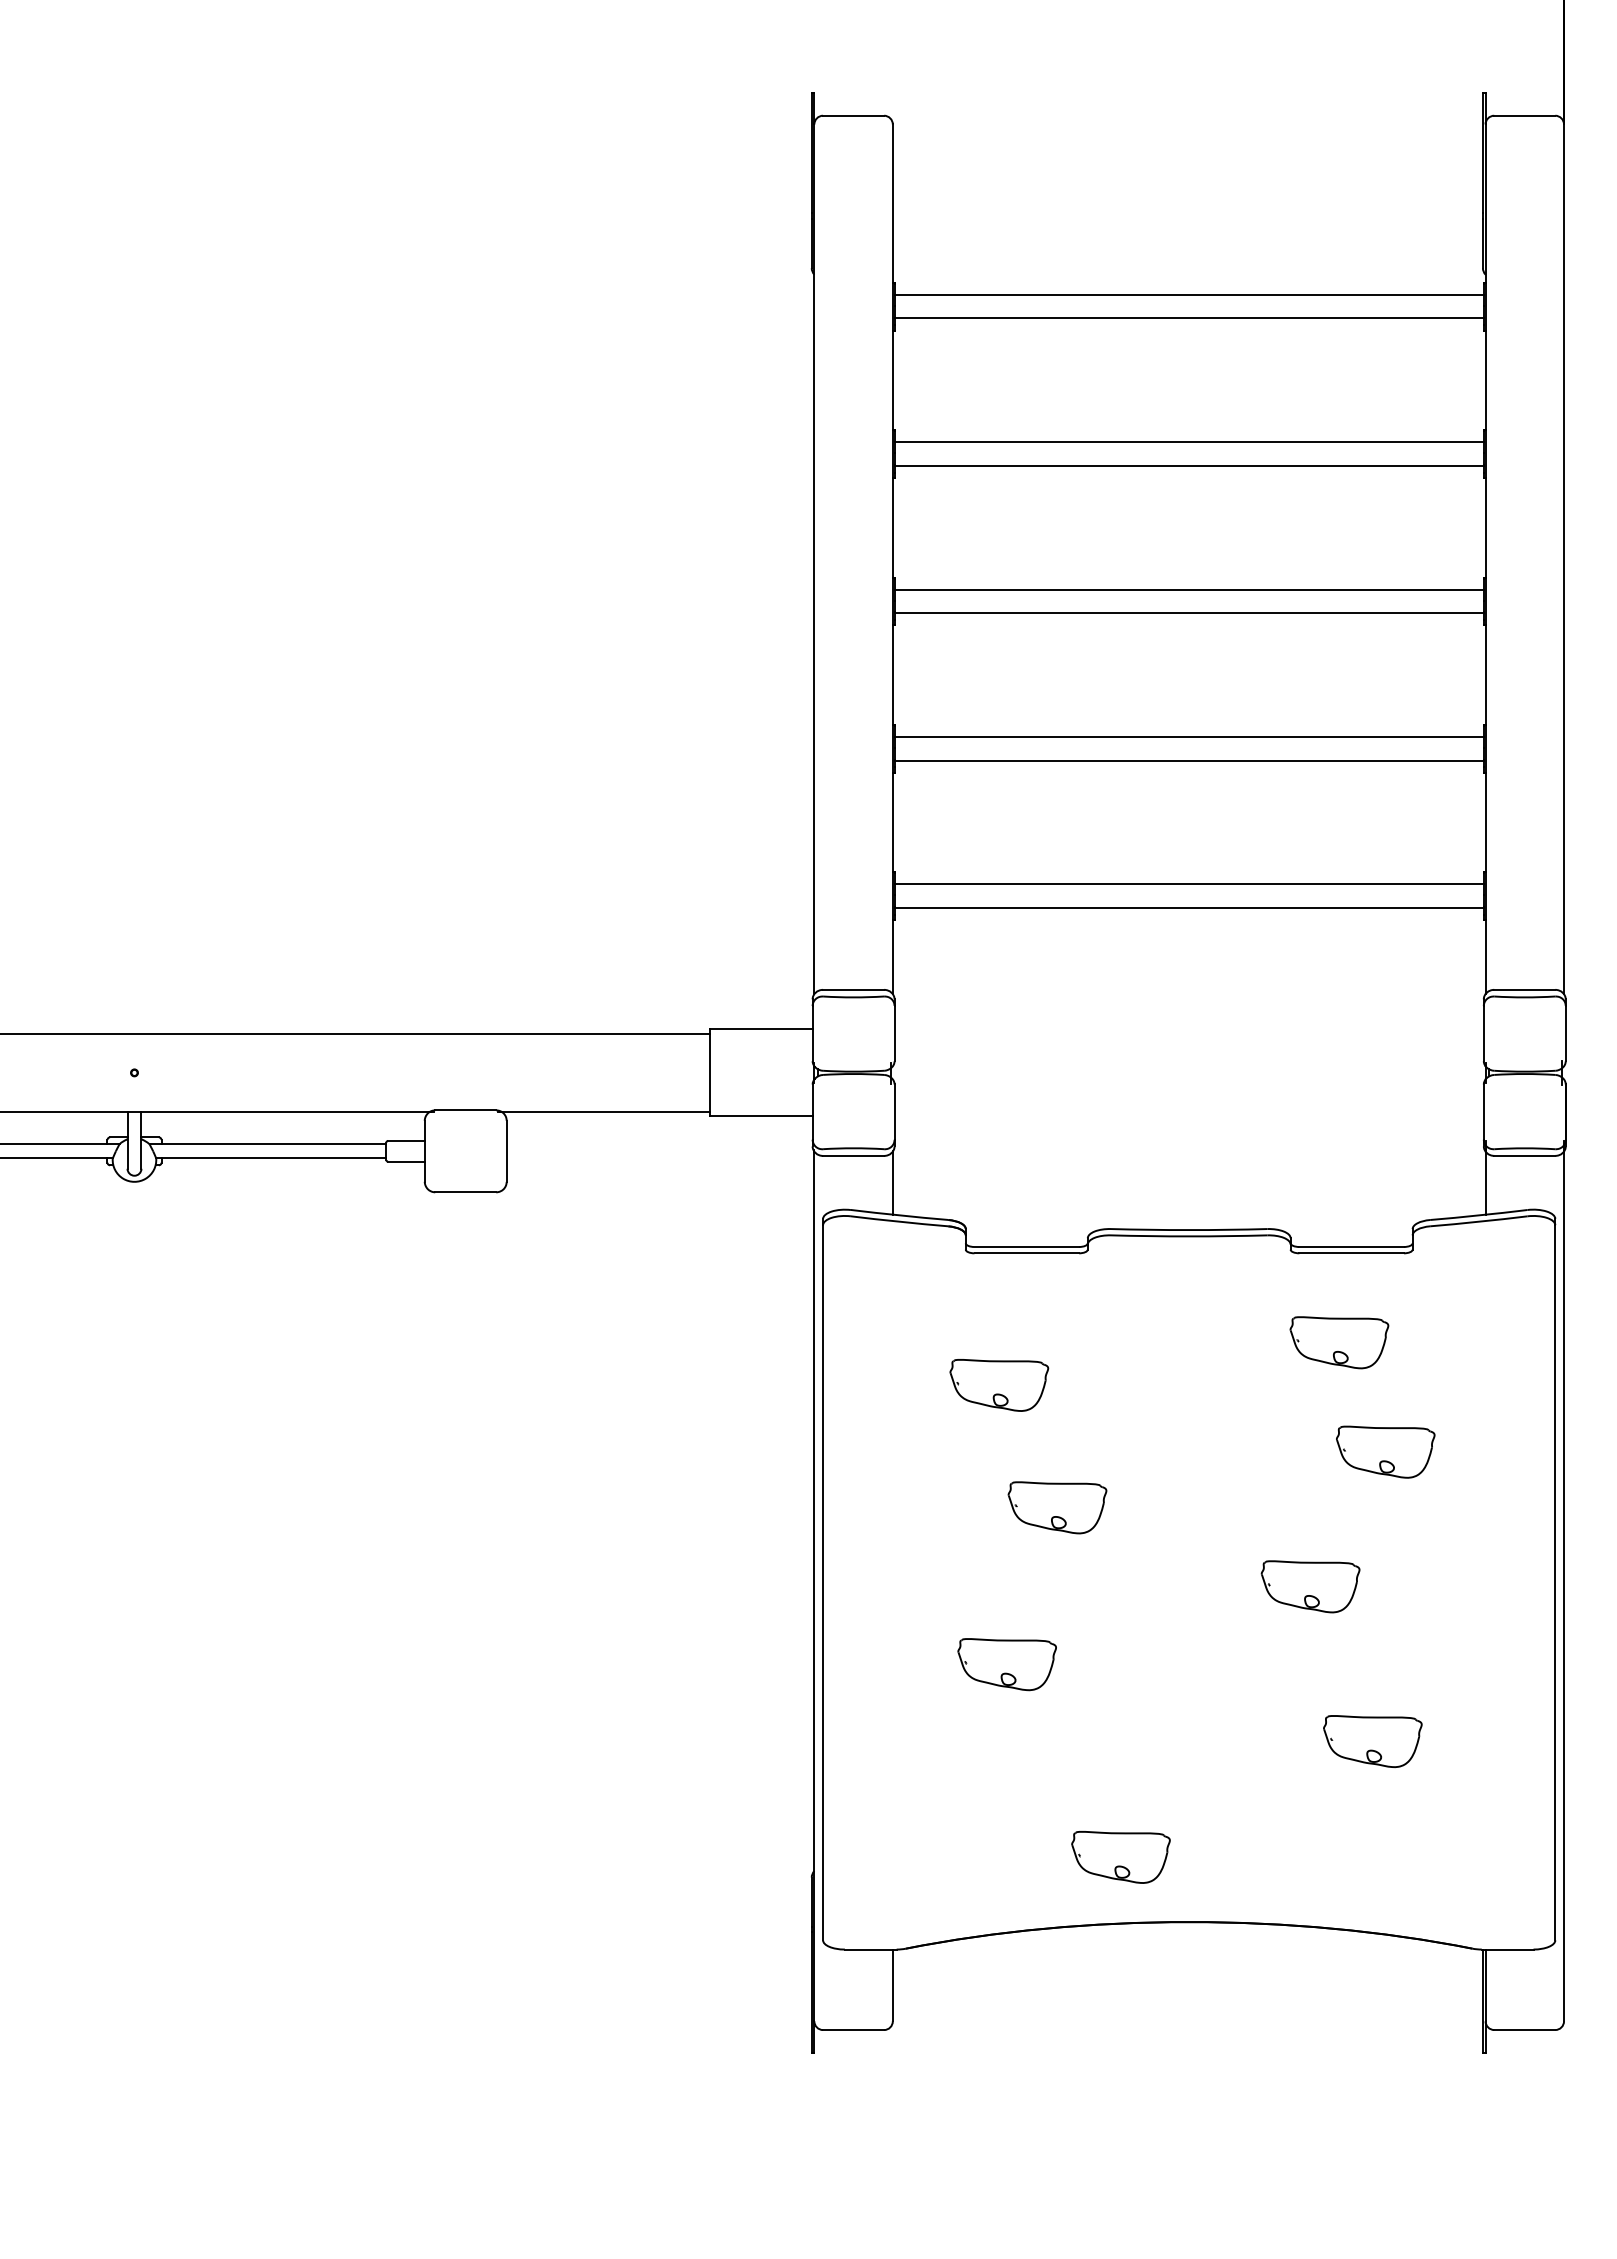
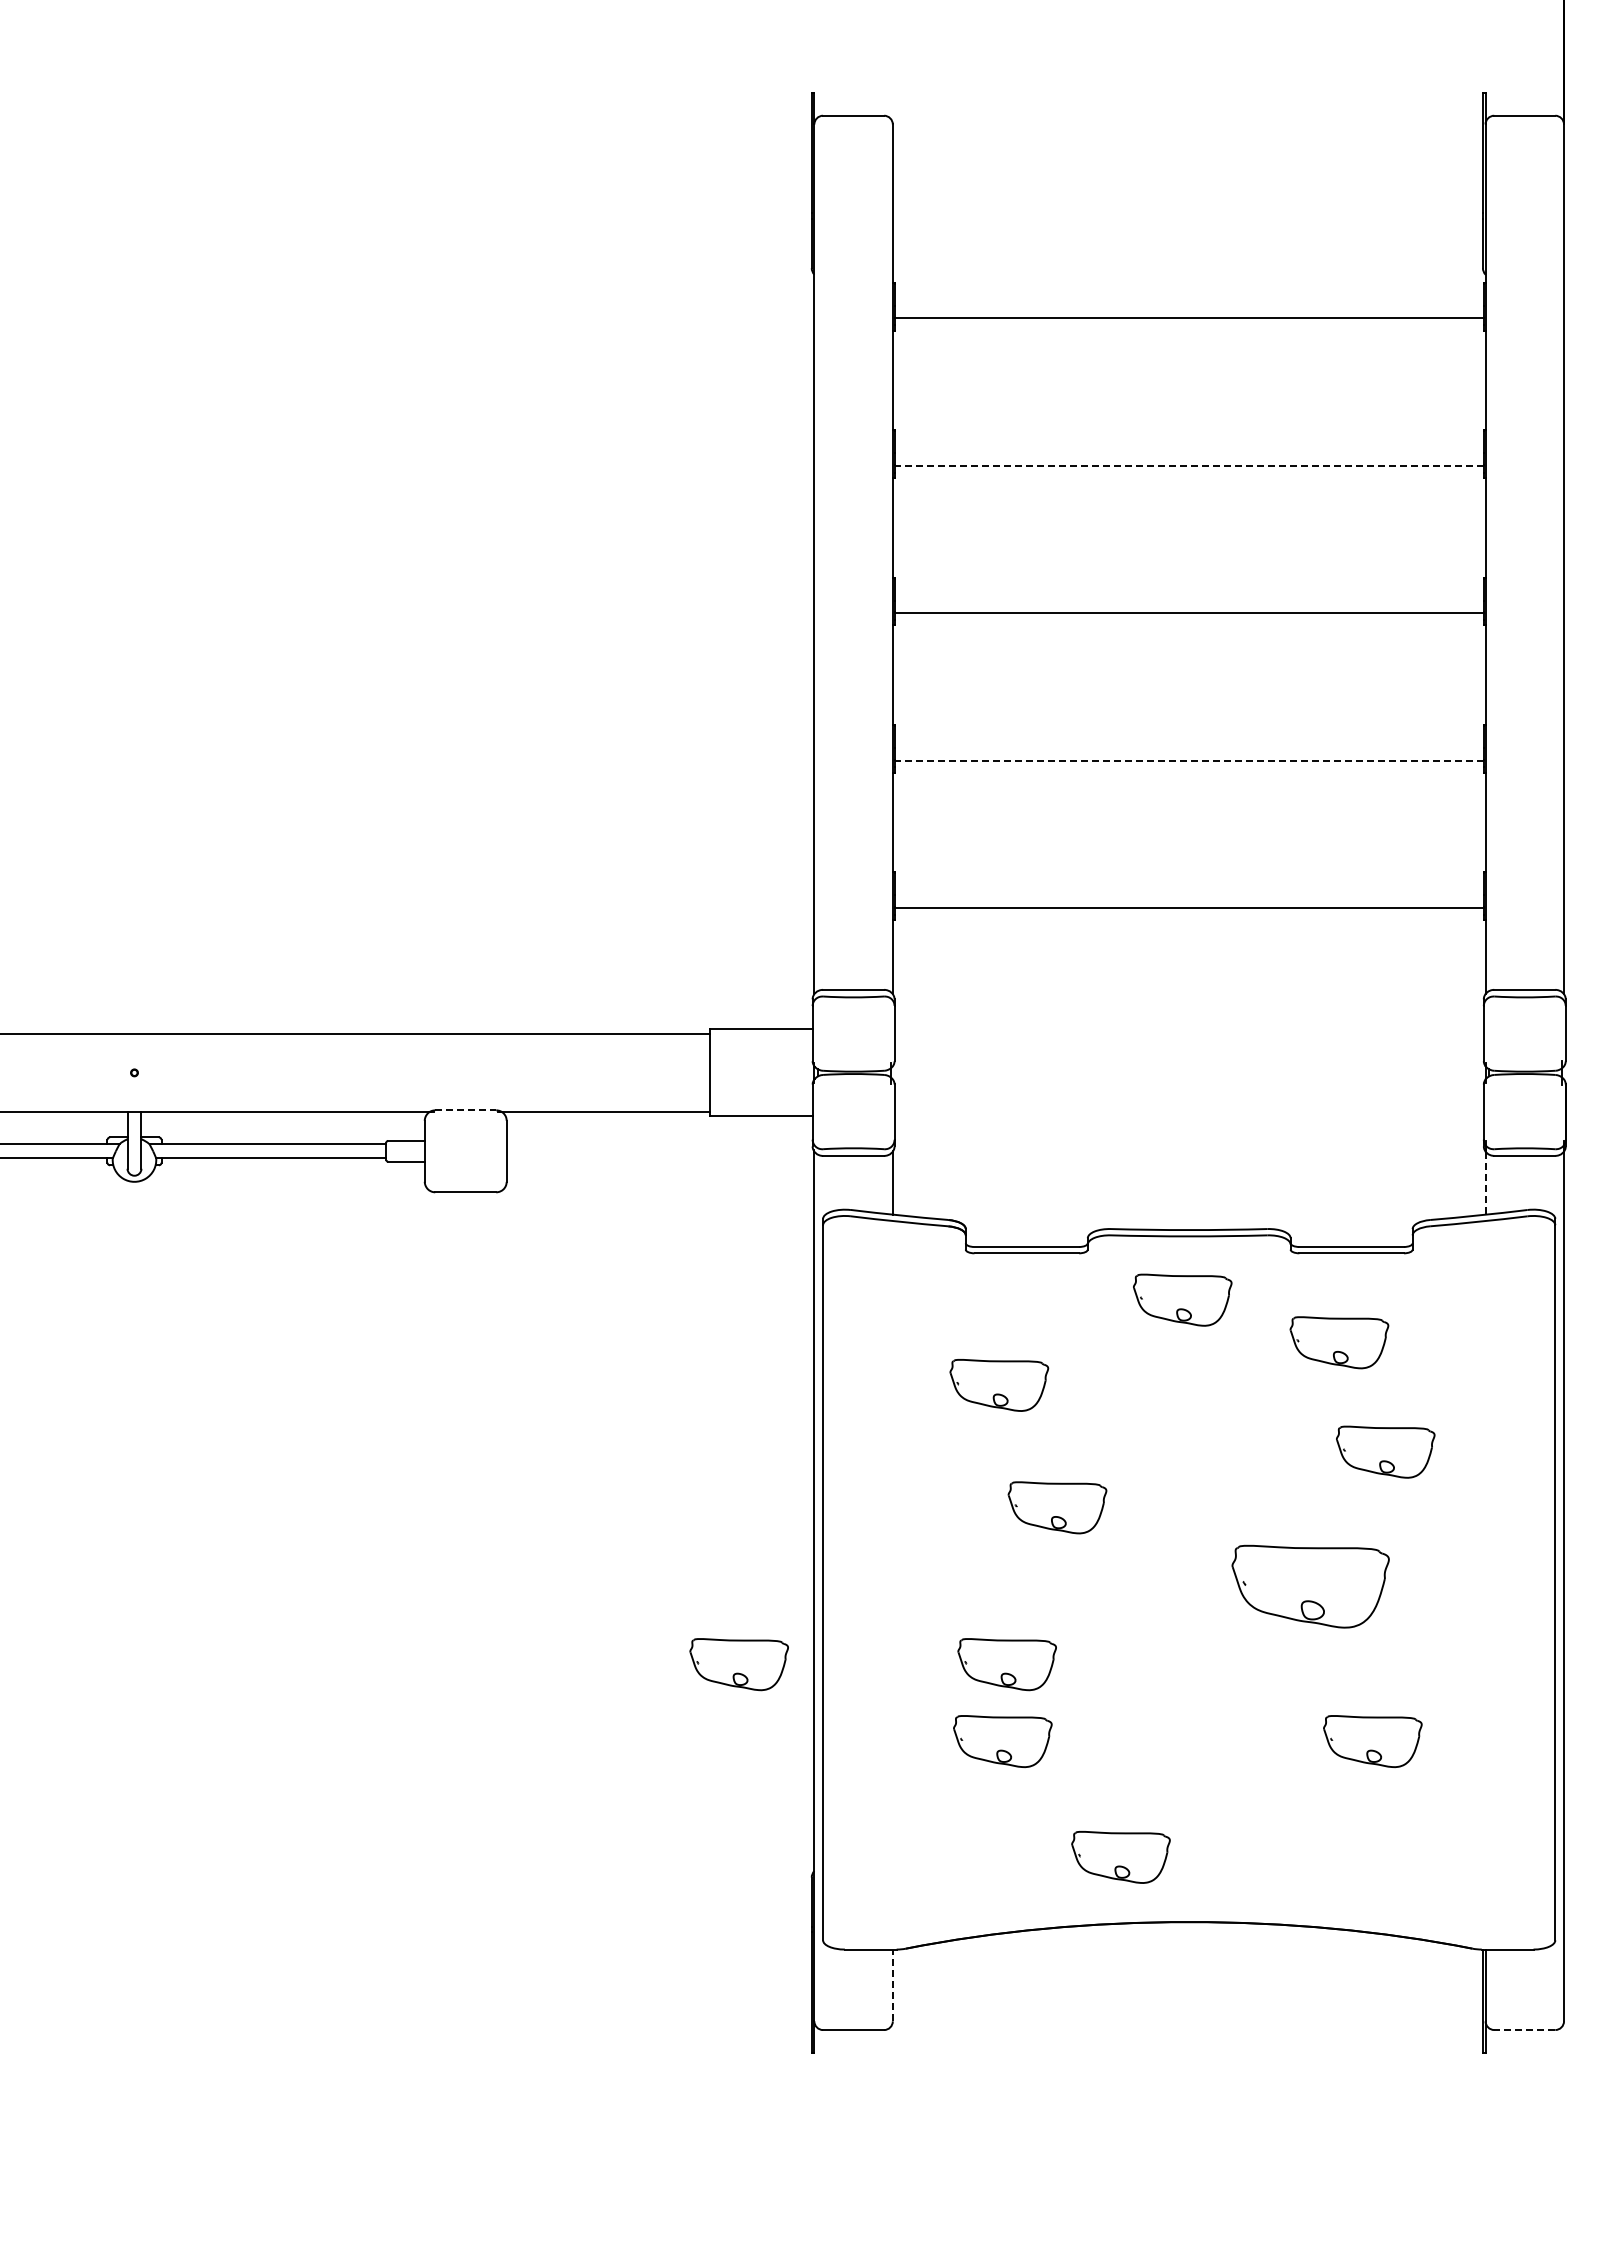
line at (1188, 295): present -> none
line at (1188, 442): present -> none
line at (1189, 465): solid -> dashed
line at (1188, 589): present -> none
line at (1188, 737): present -> none
line at (1189, 760): solid -> dashed
line at (1188, 884): present -> none
line at (465, 1110): solid -> dashed
line at (1485, 1183): solid -> dashed
part at (1182, 1299): none -> present
part at (1310, 1586) size: 101x54 px -> 159x85 px
part at (738, 1664): none -> present
part at (1002, 1741): none -> present
line at (892, 1985): solid -> dashed
line at (1524, 2030): solid -> dashed
